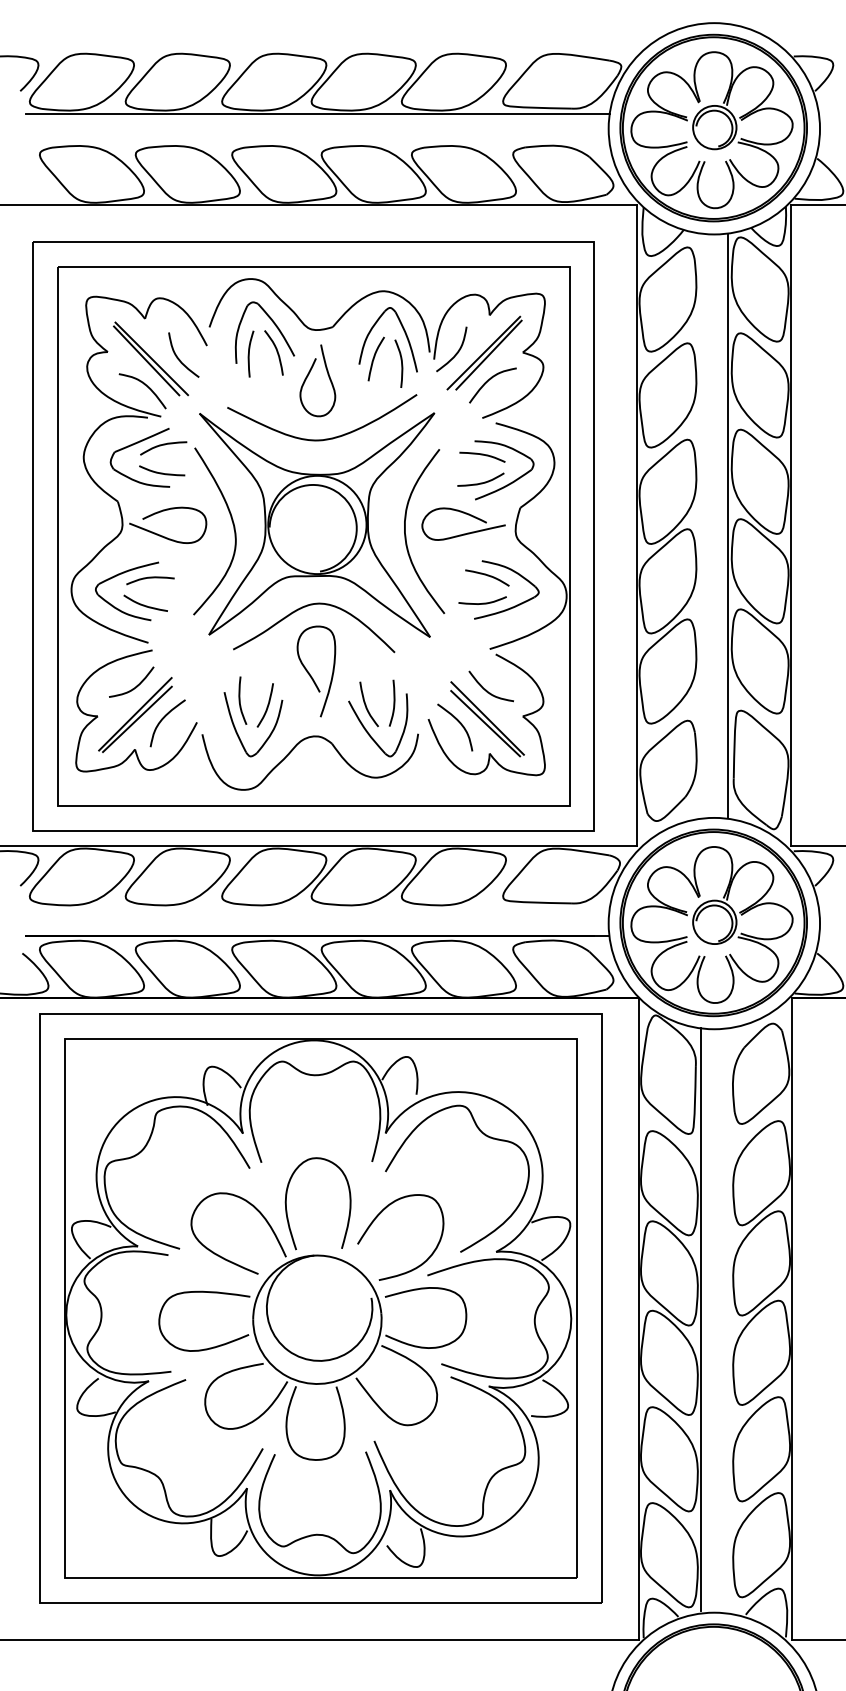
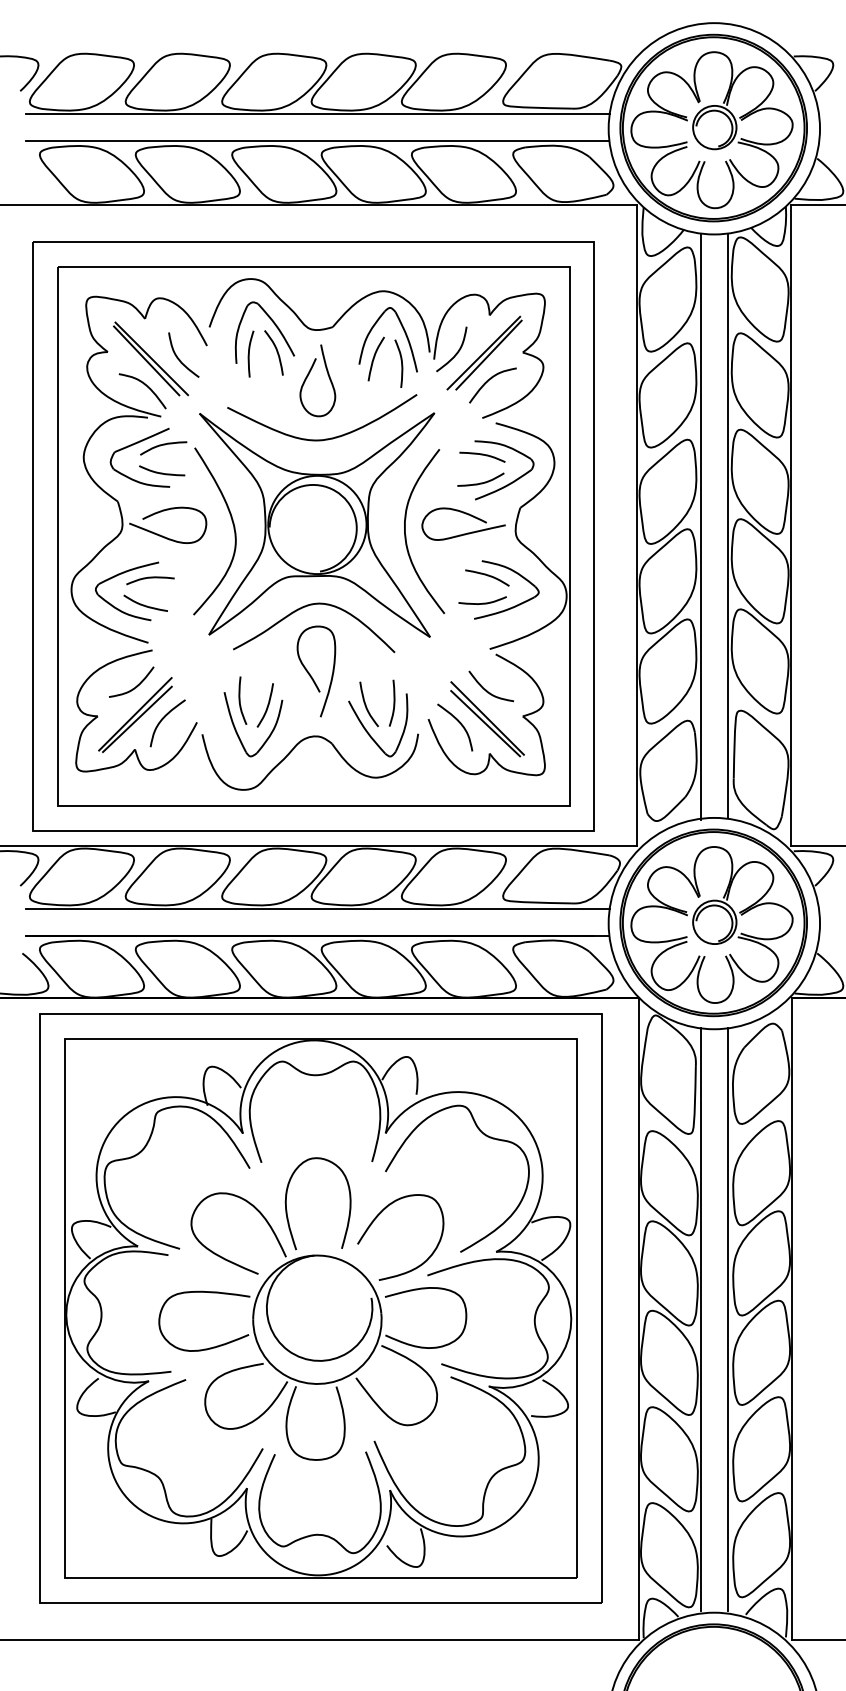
line at (317, 140): none -> present
line at (701, 526): none -> present
line at (317, 908): none -> present
line at (728, 1319): none -> present
